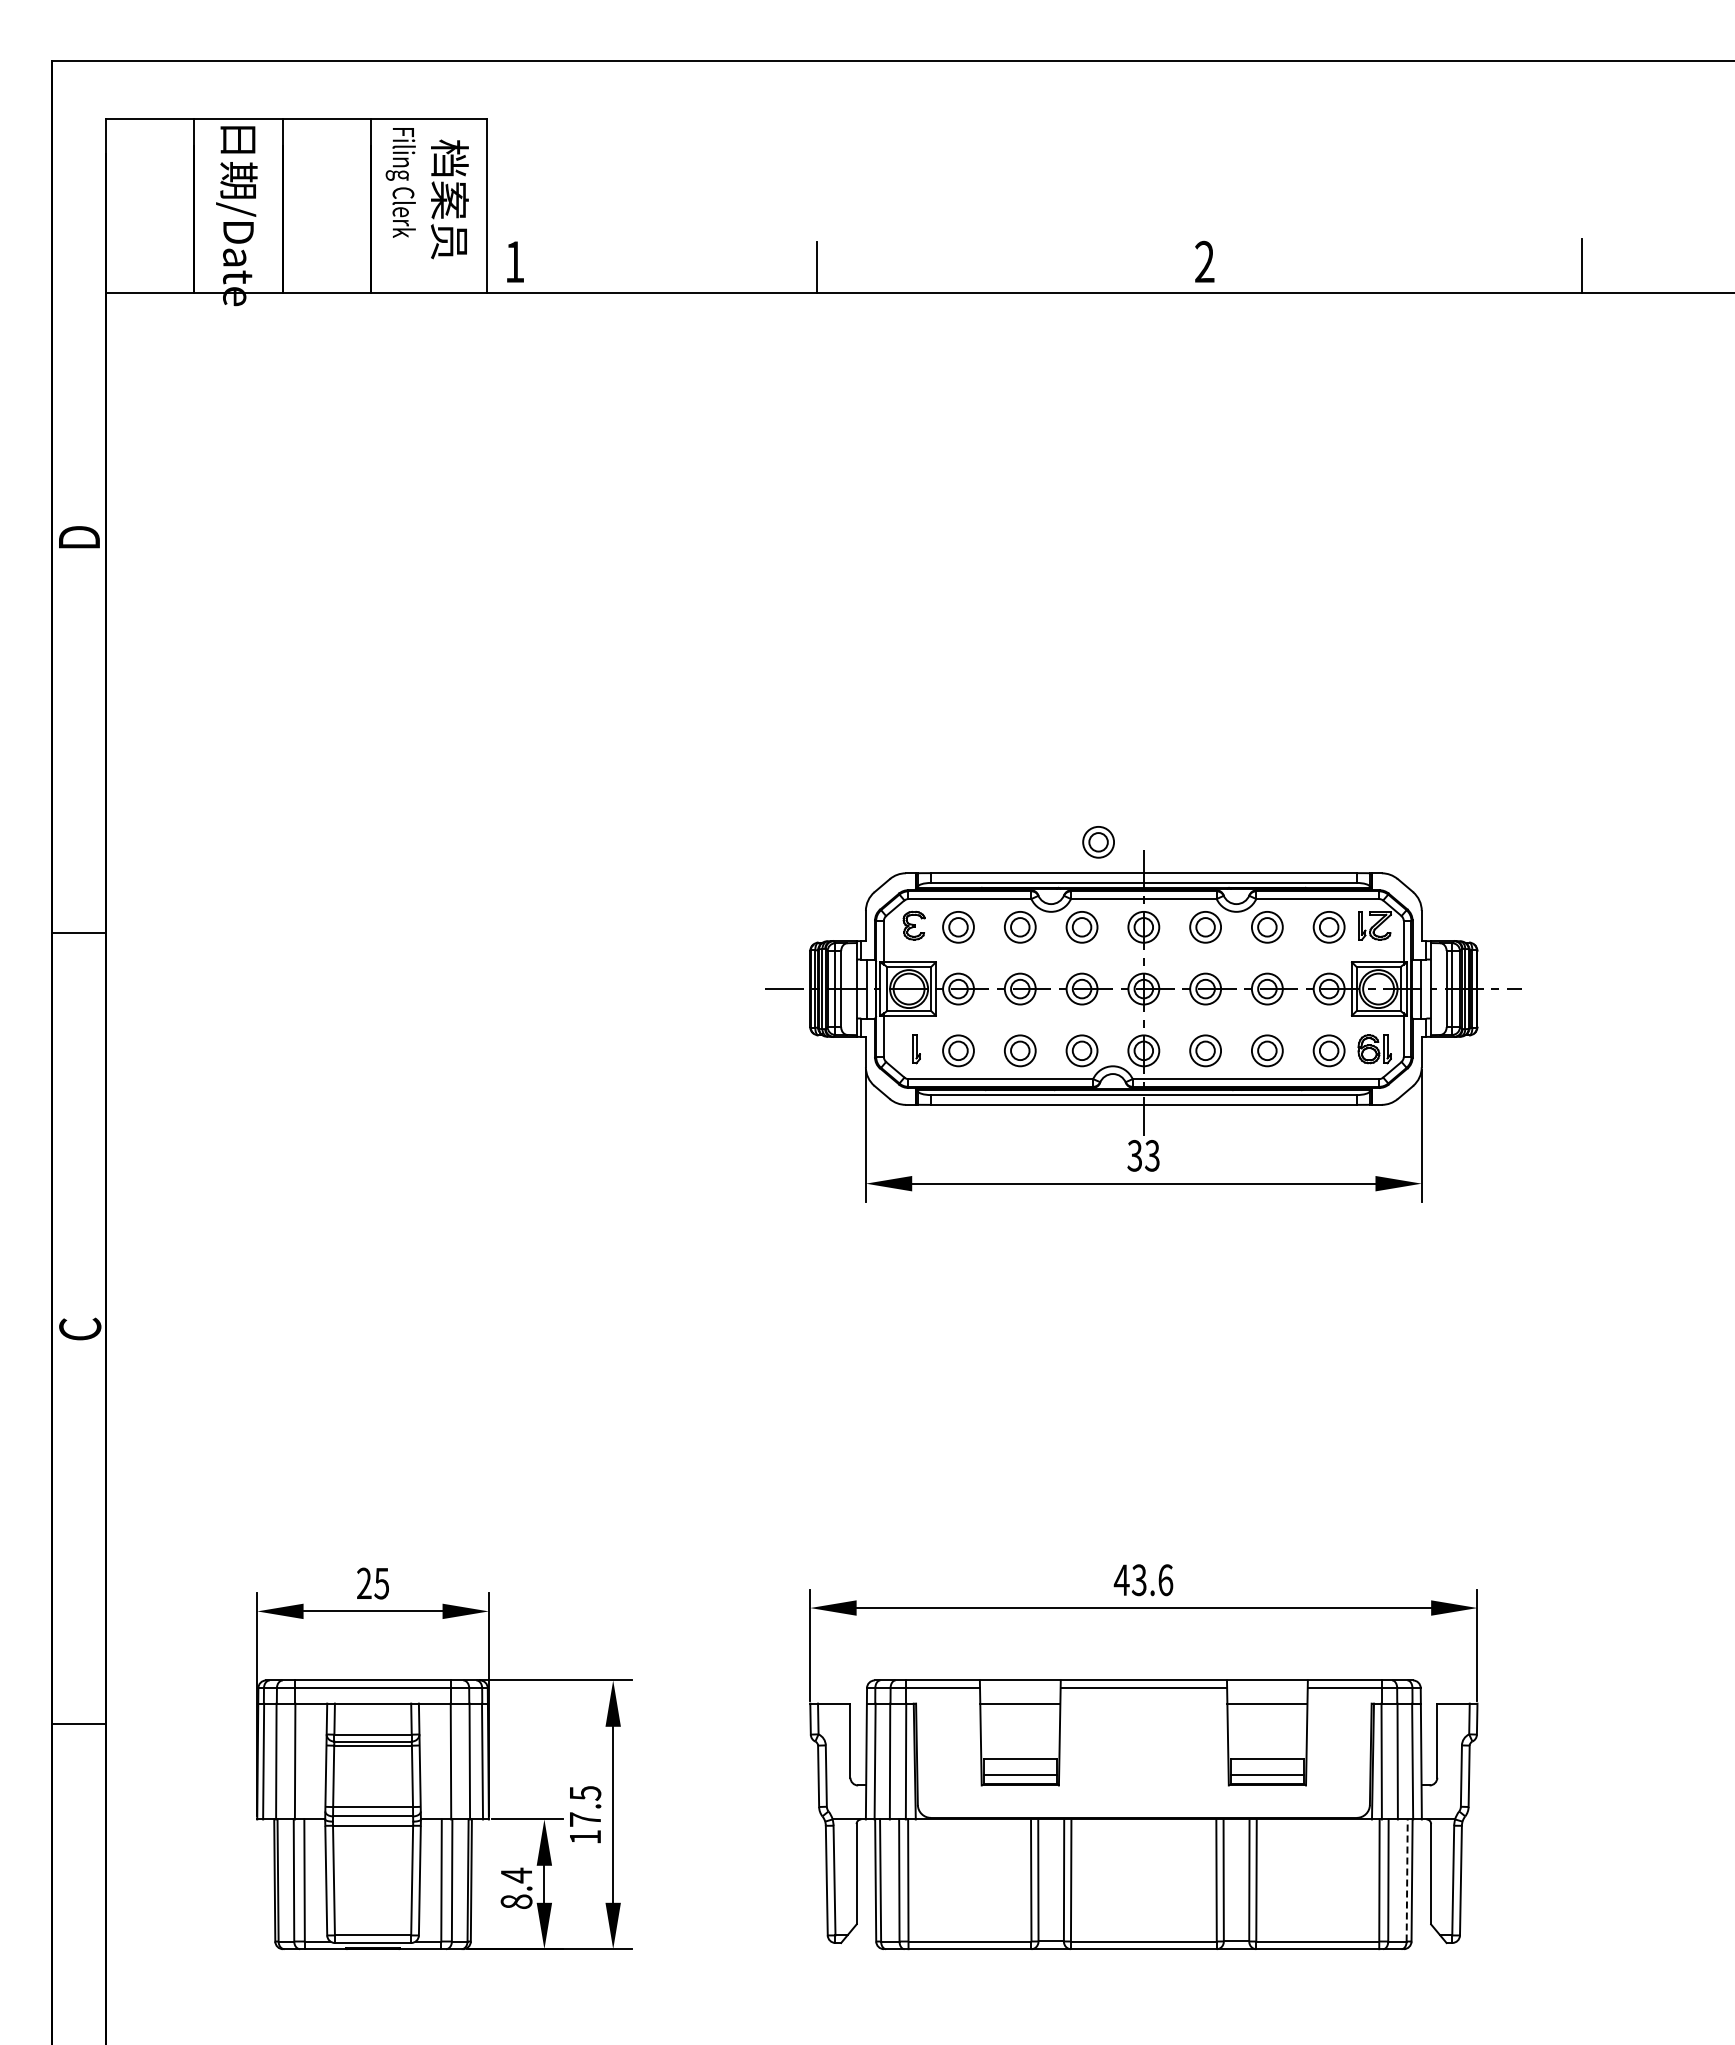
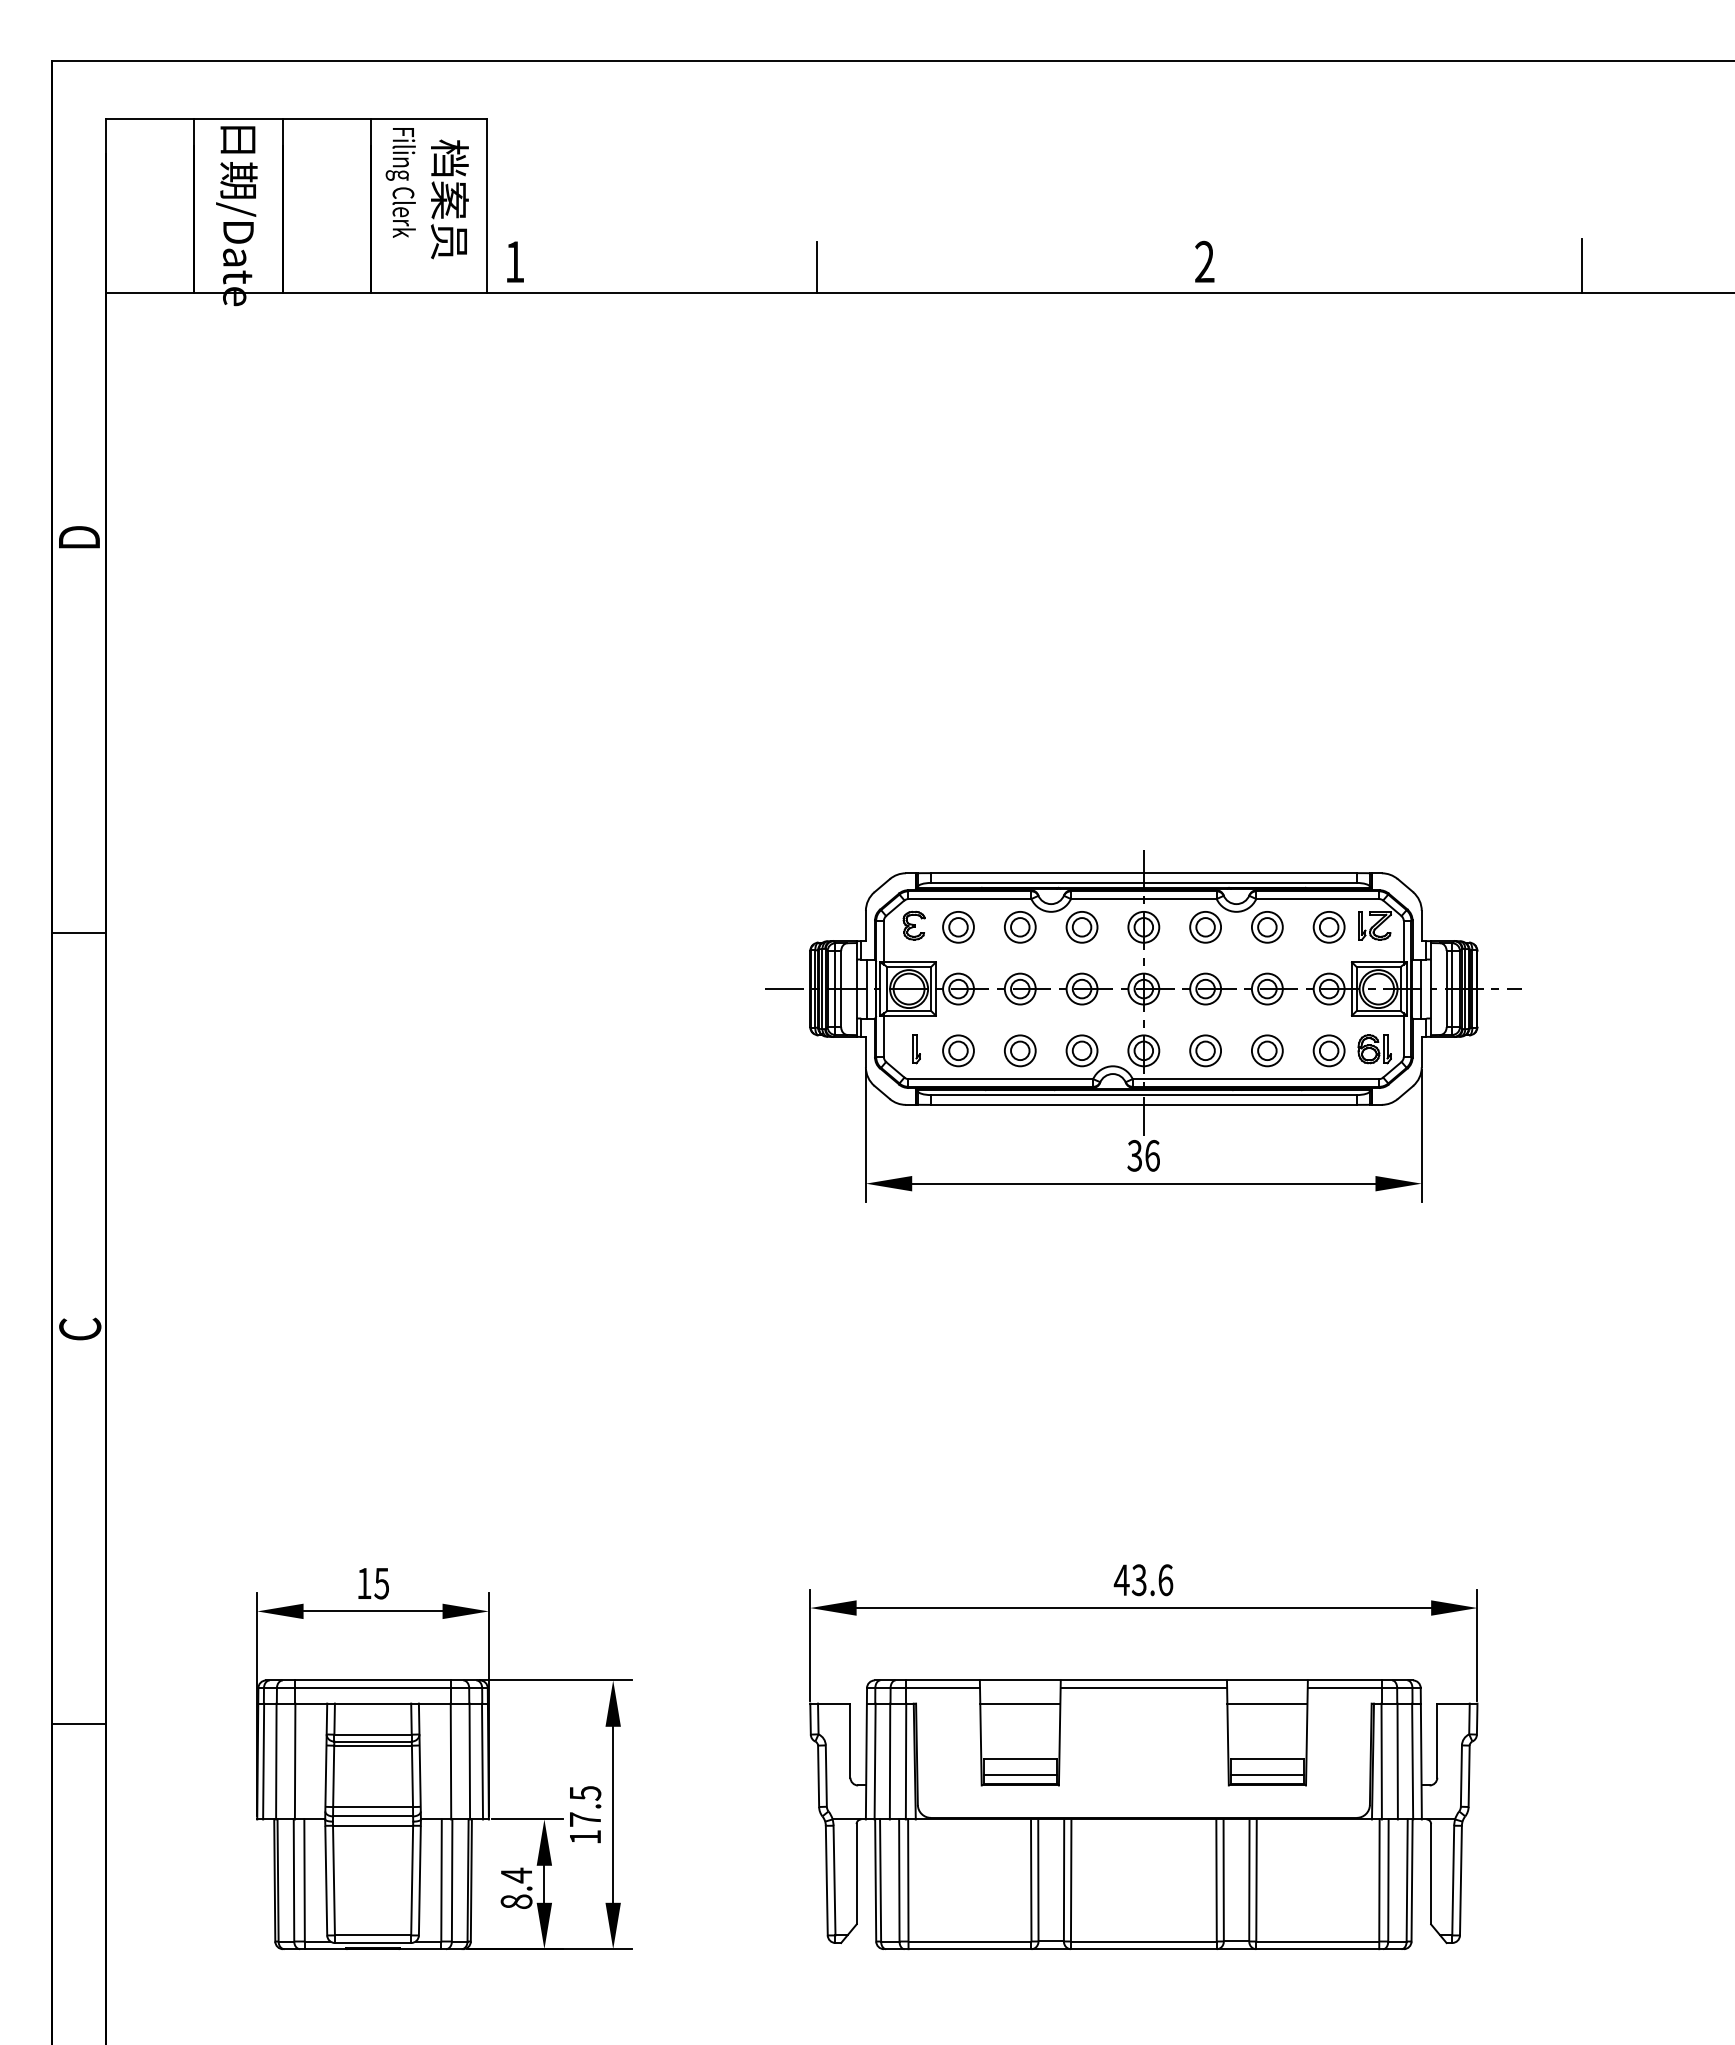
part at (1098, 842): present -> none
text at (1152, 1155): 33 -> 36
text at (364, 1582): 25 -> 15
line at (1407, 1879): dashed -> solid
